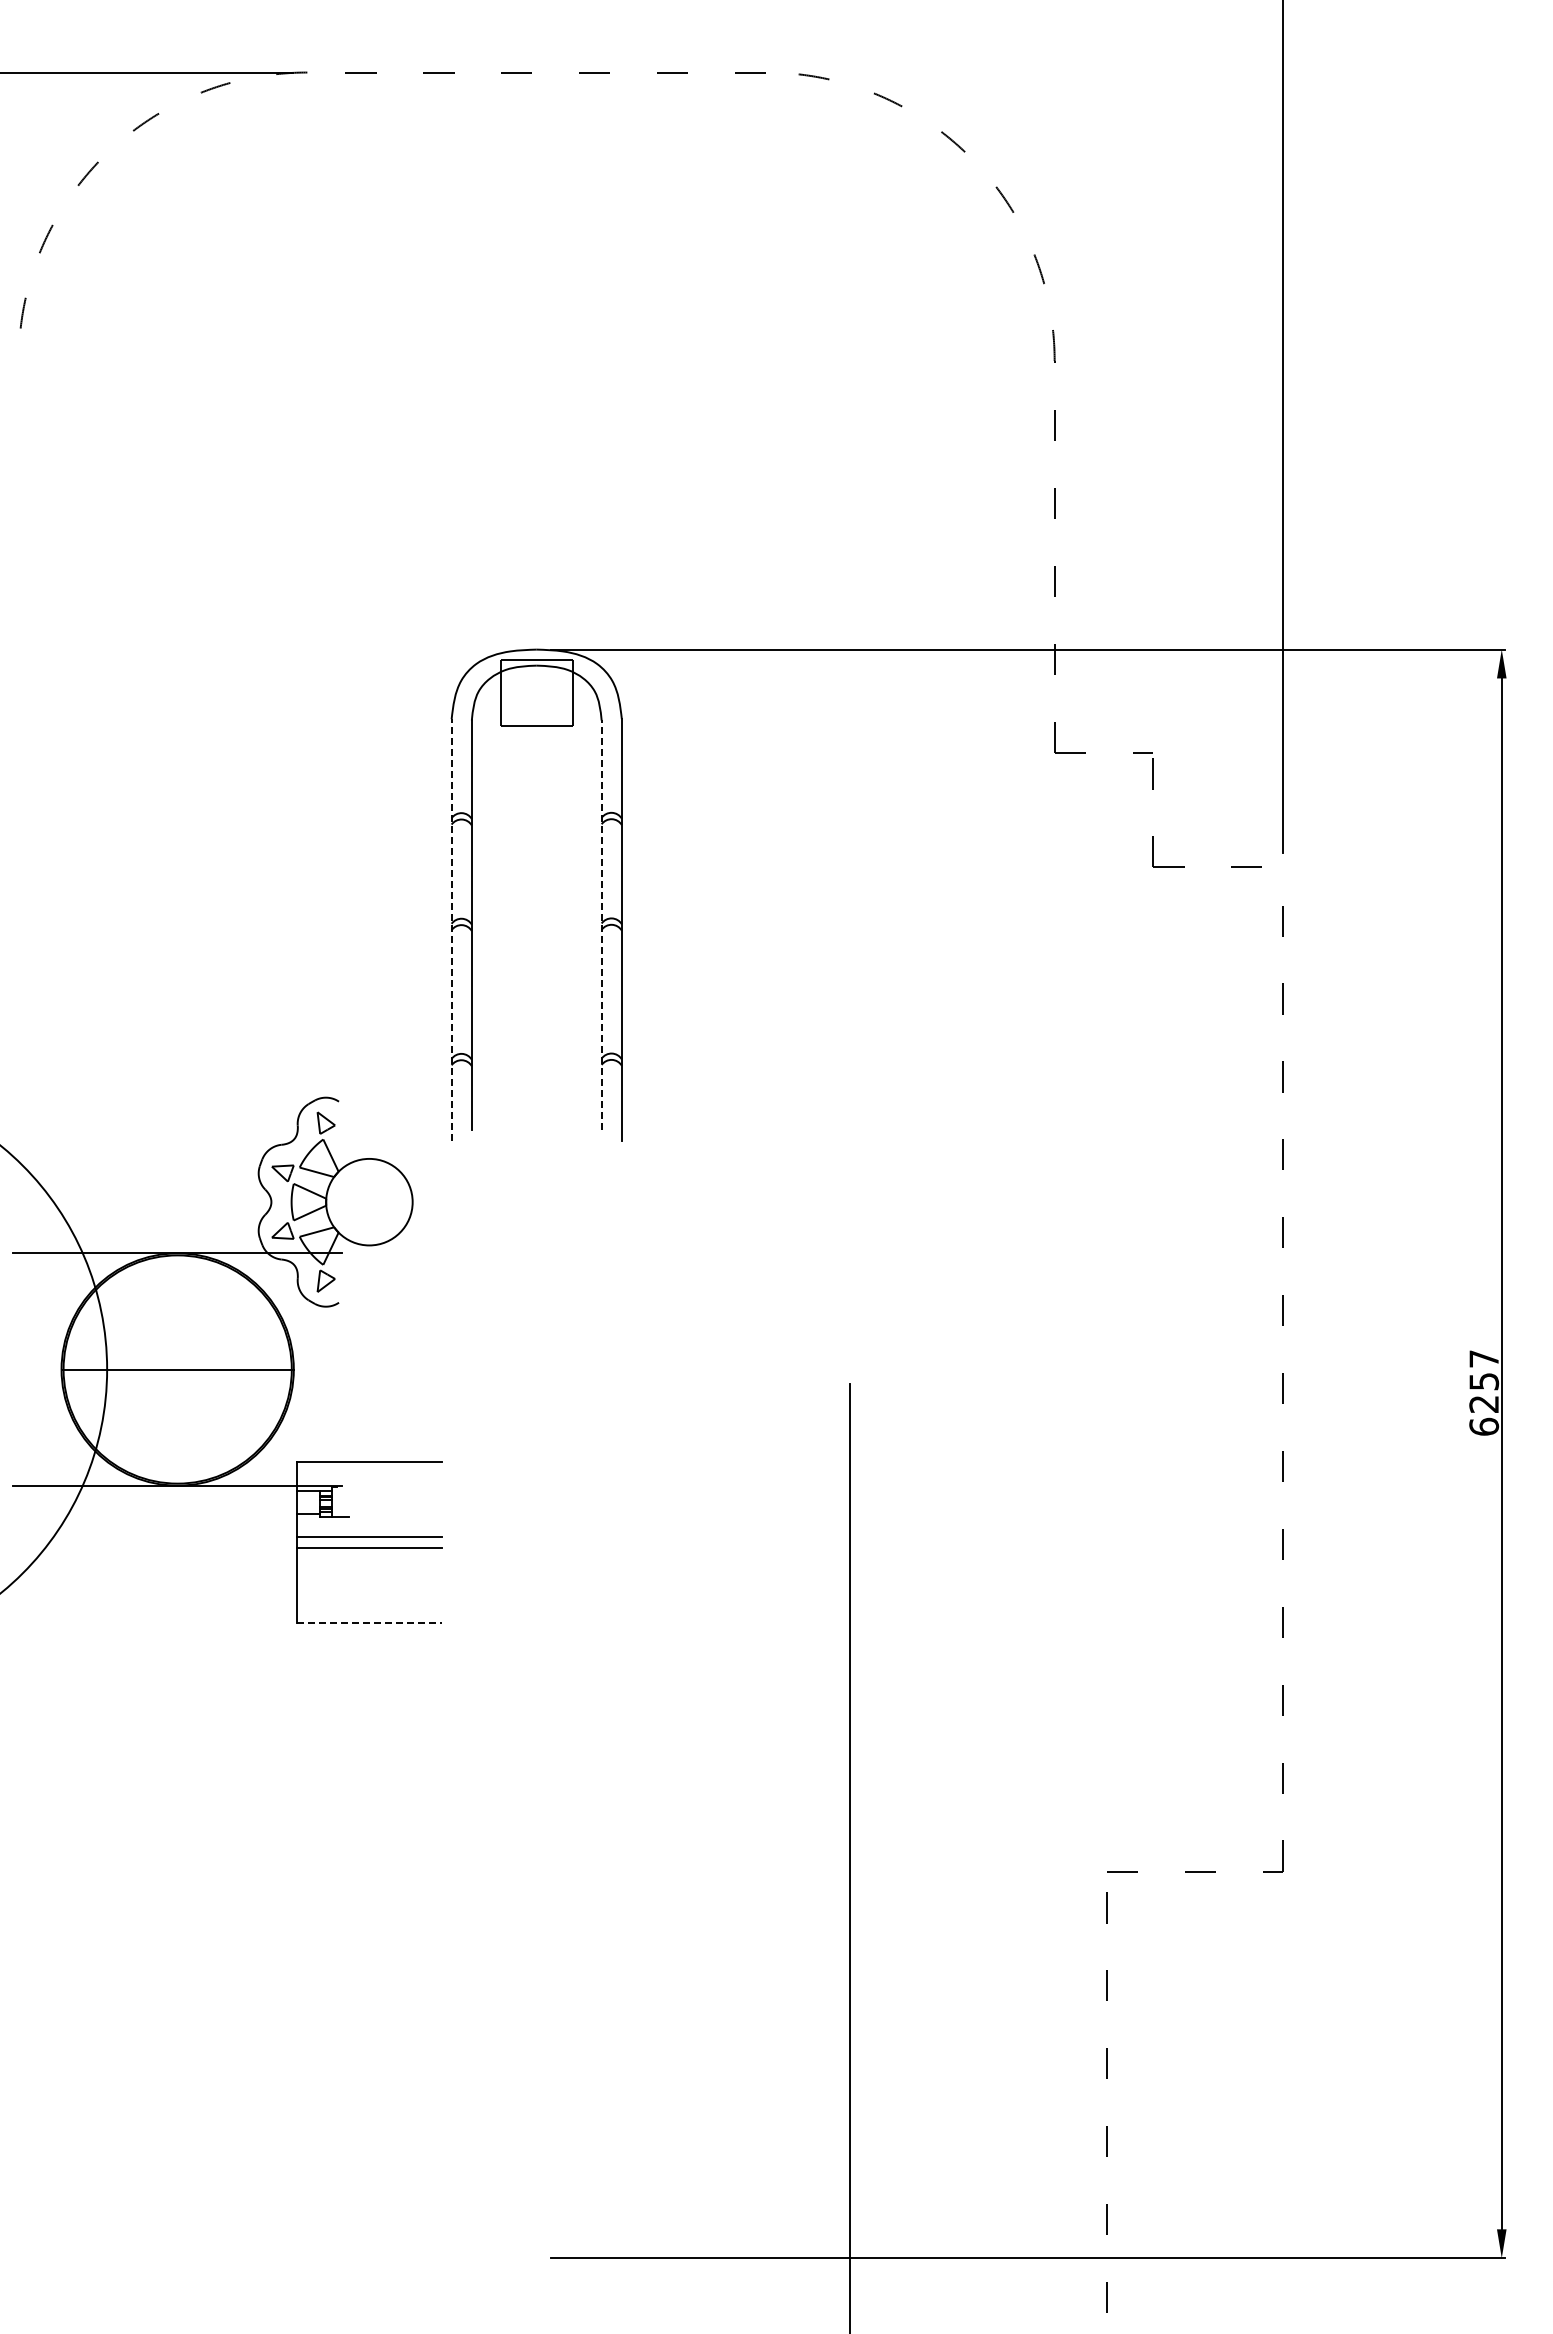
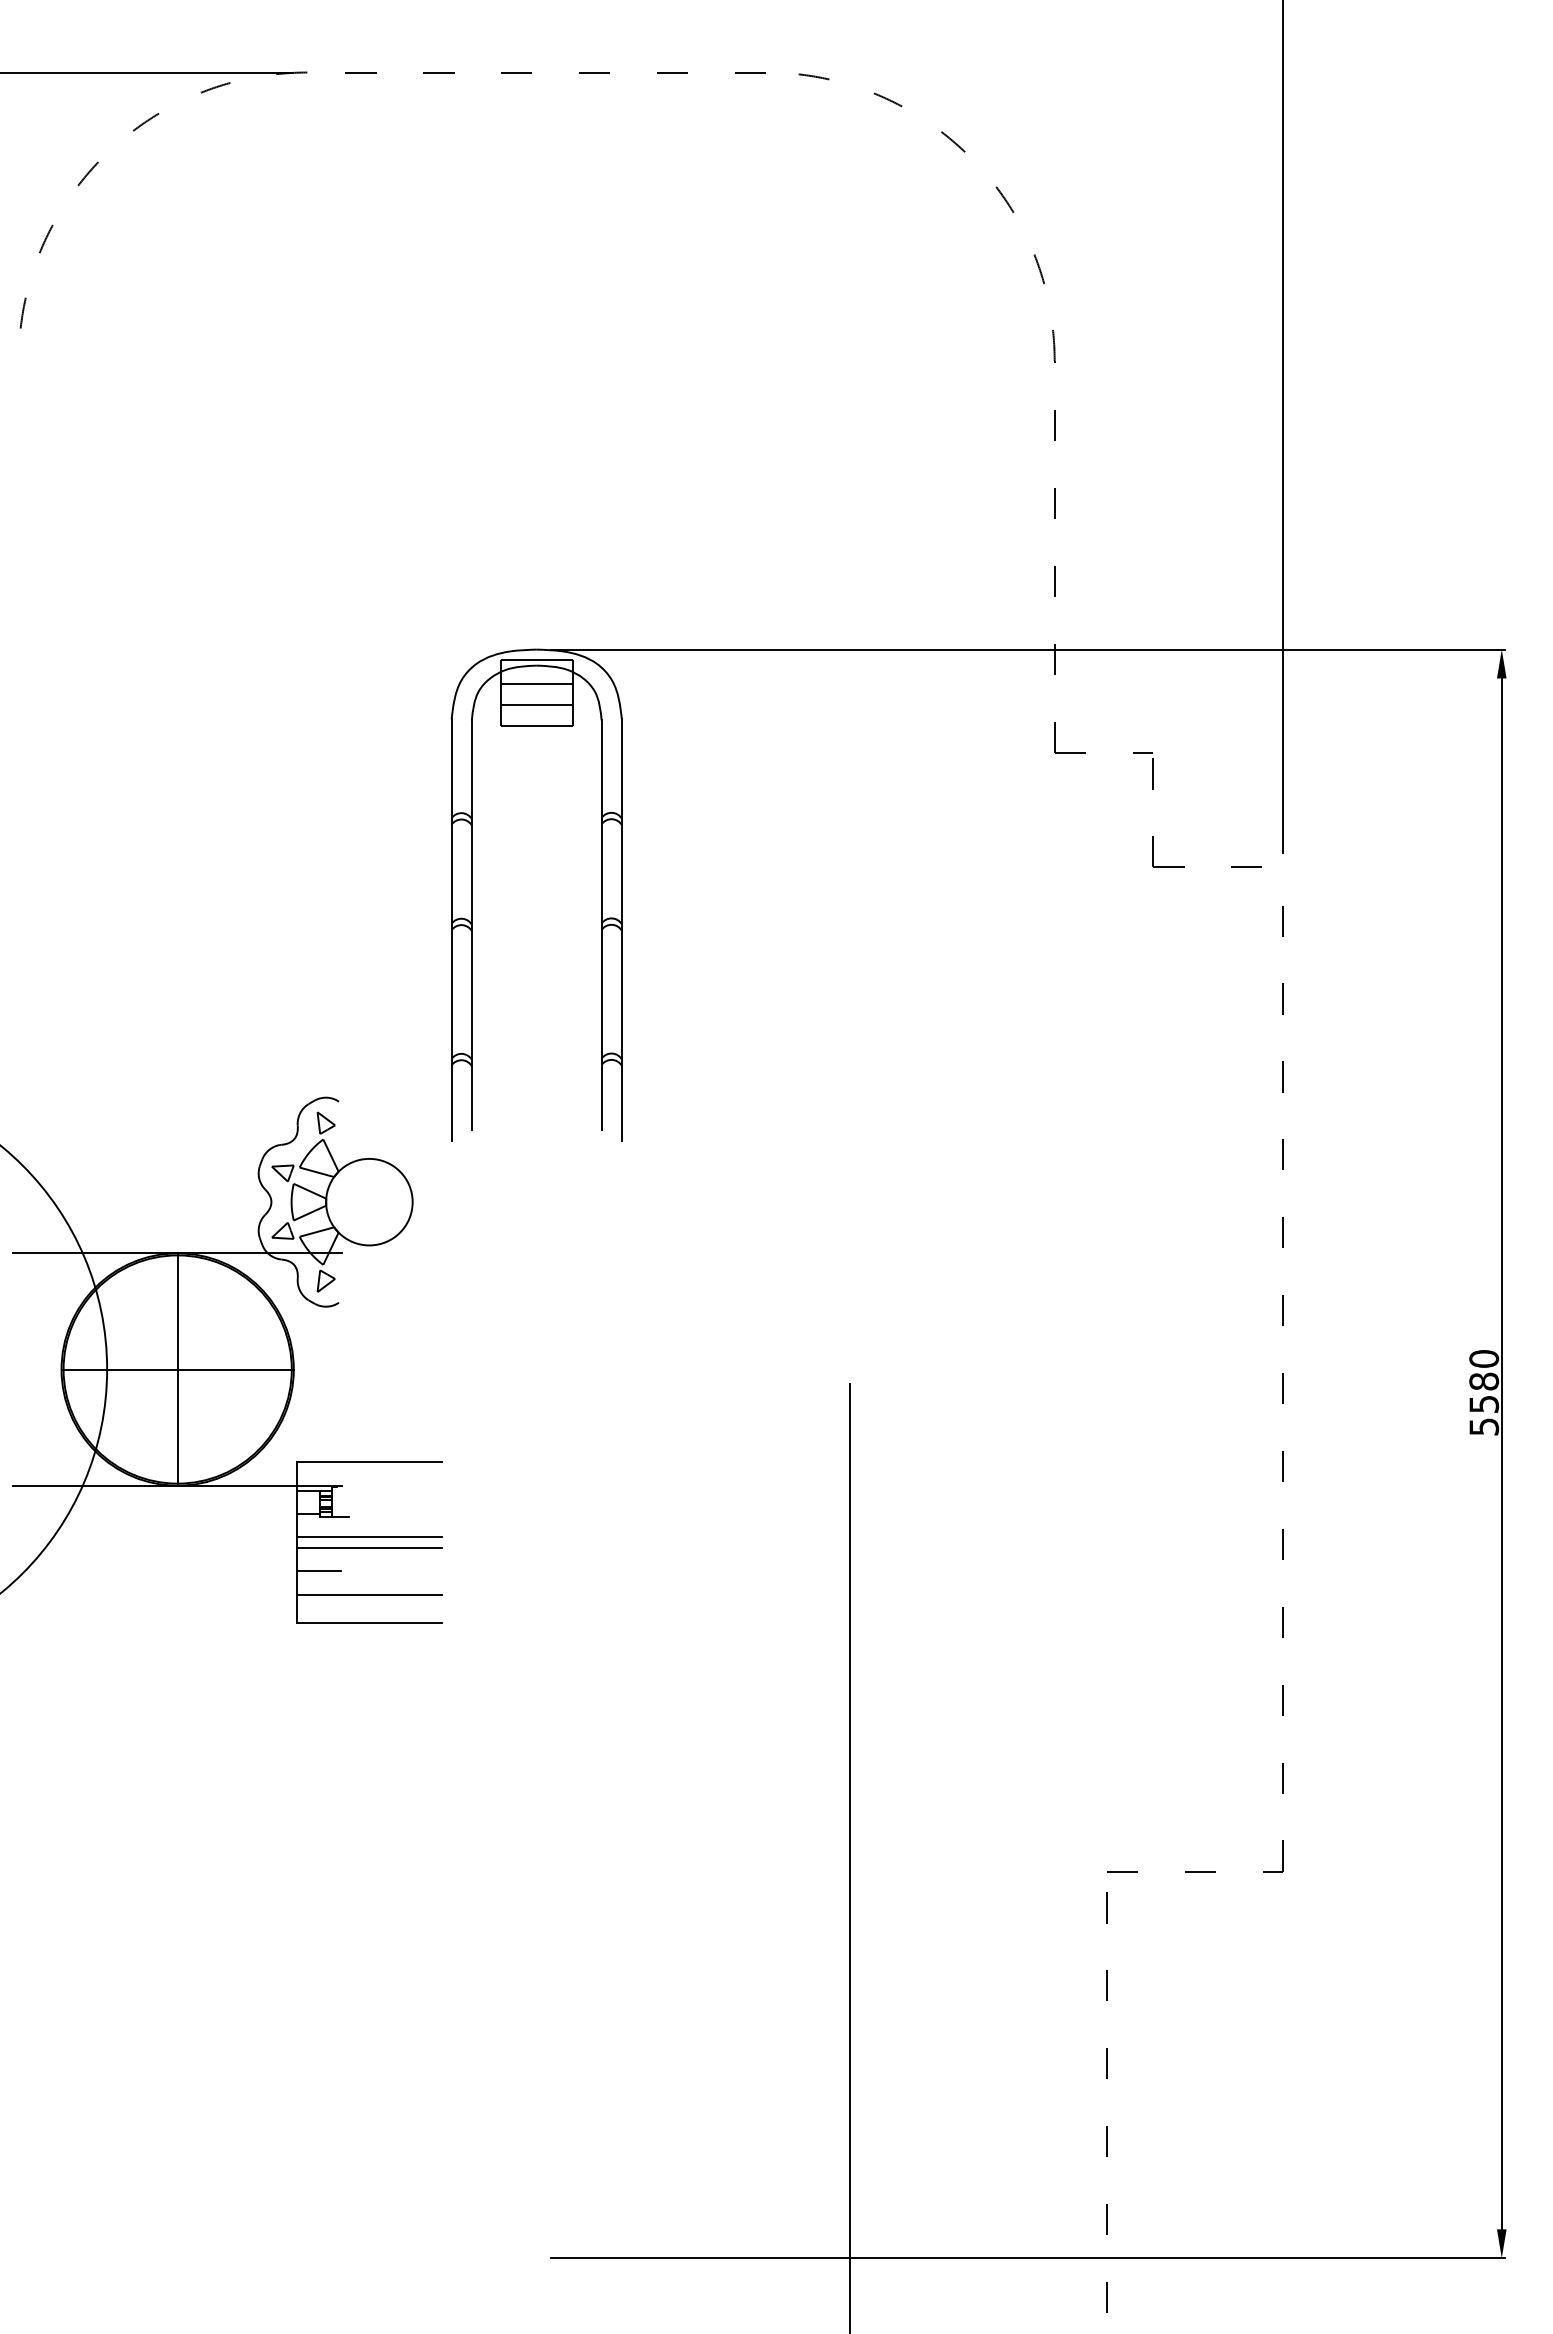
line at (536, 683): none -> present
line at (536, 704): none -> present
line at (601, 924): dashed -> solid
line at (451, 930): dashed -> solid
line at (177, 1369): none -> present
text at (1484, 1392): 6257 -> 5580
line at (318, 1571): none -> present
line at (369, 1594): none -> present
line at (369, 1623): dashed -> solid
